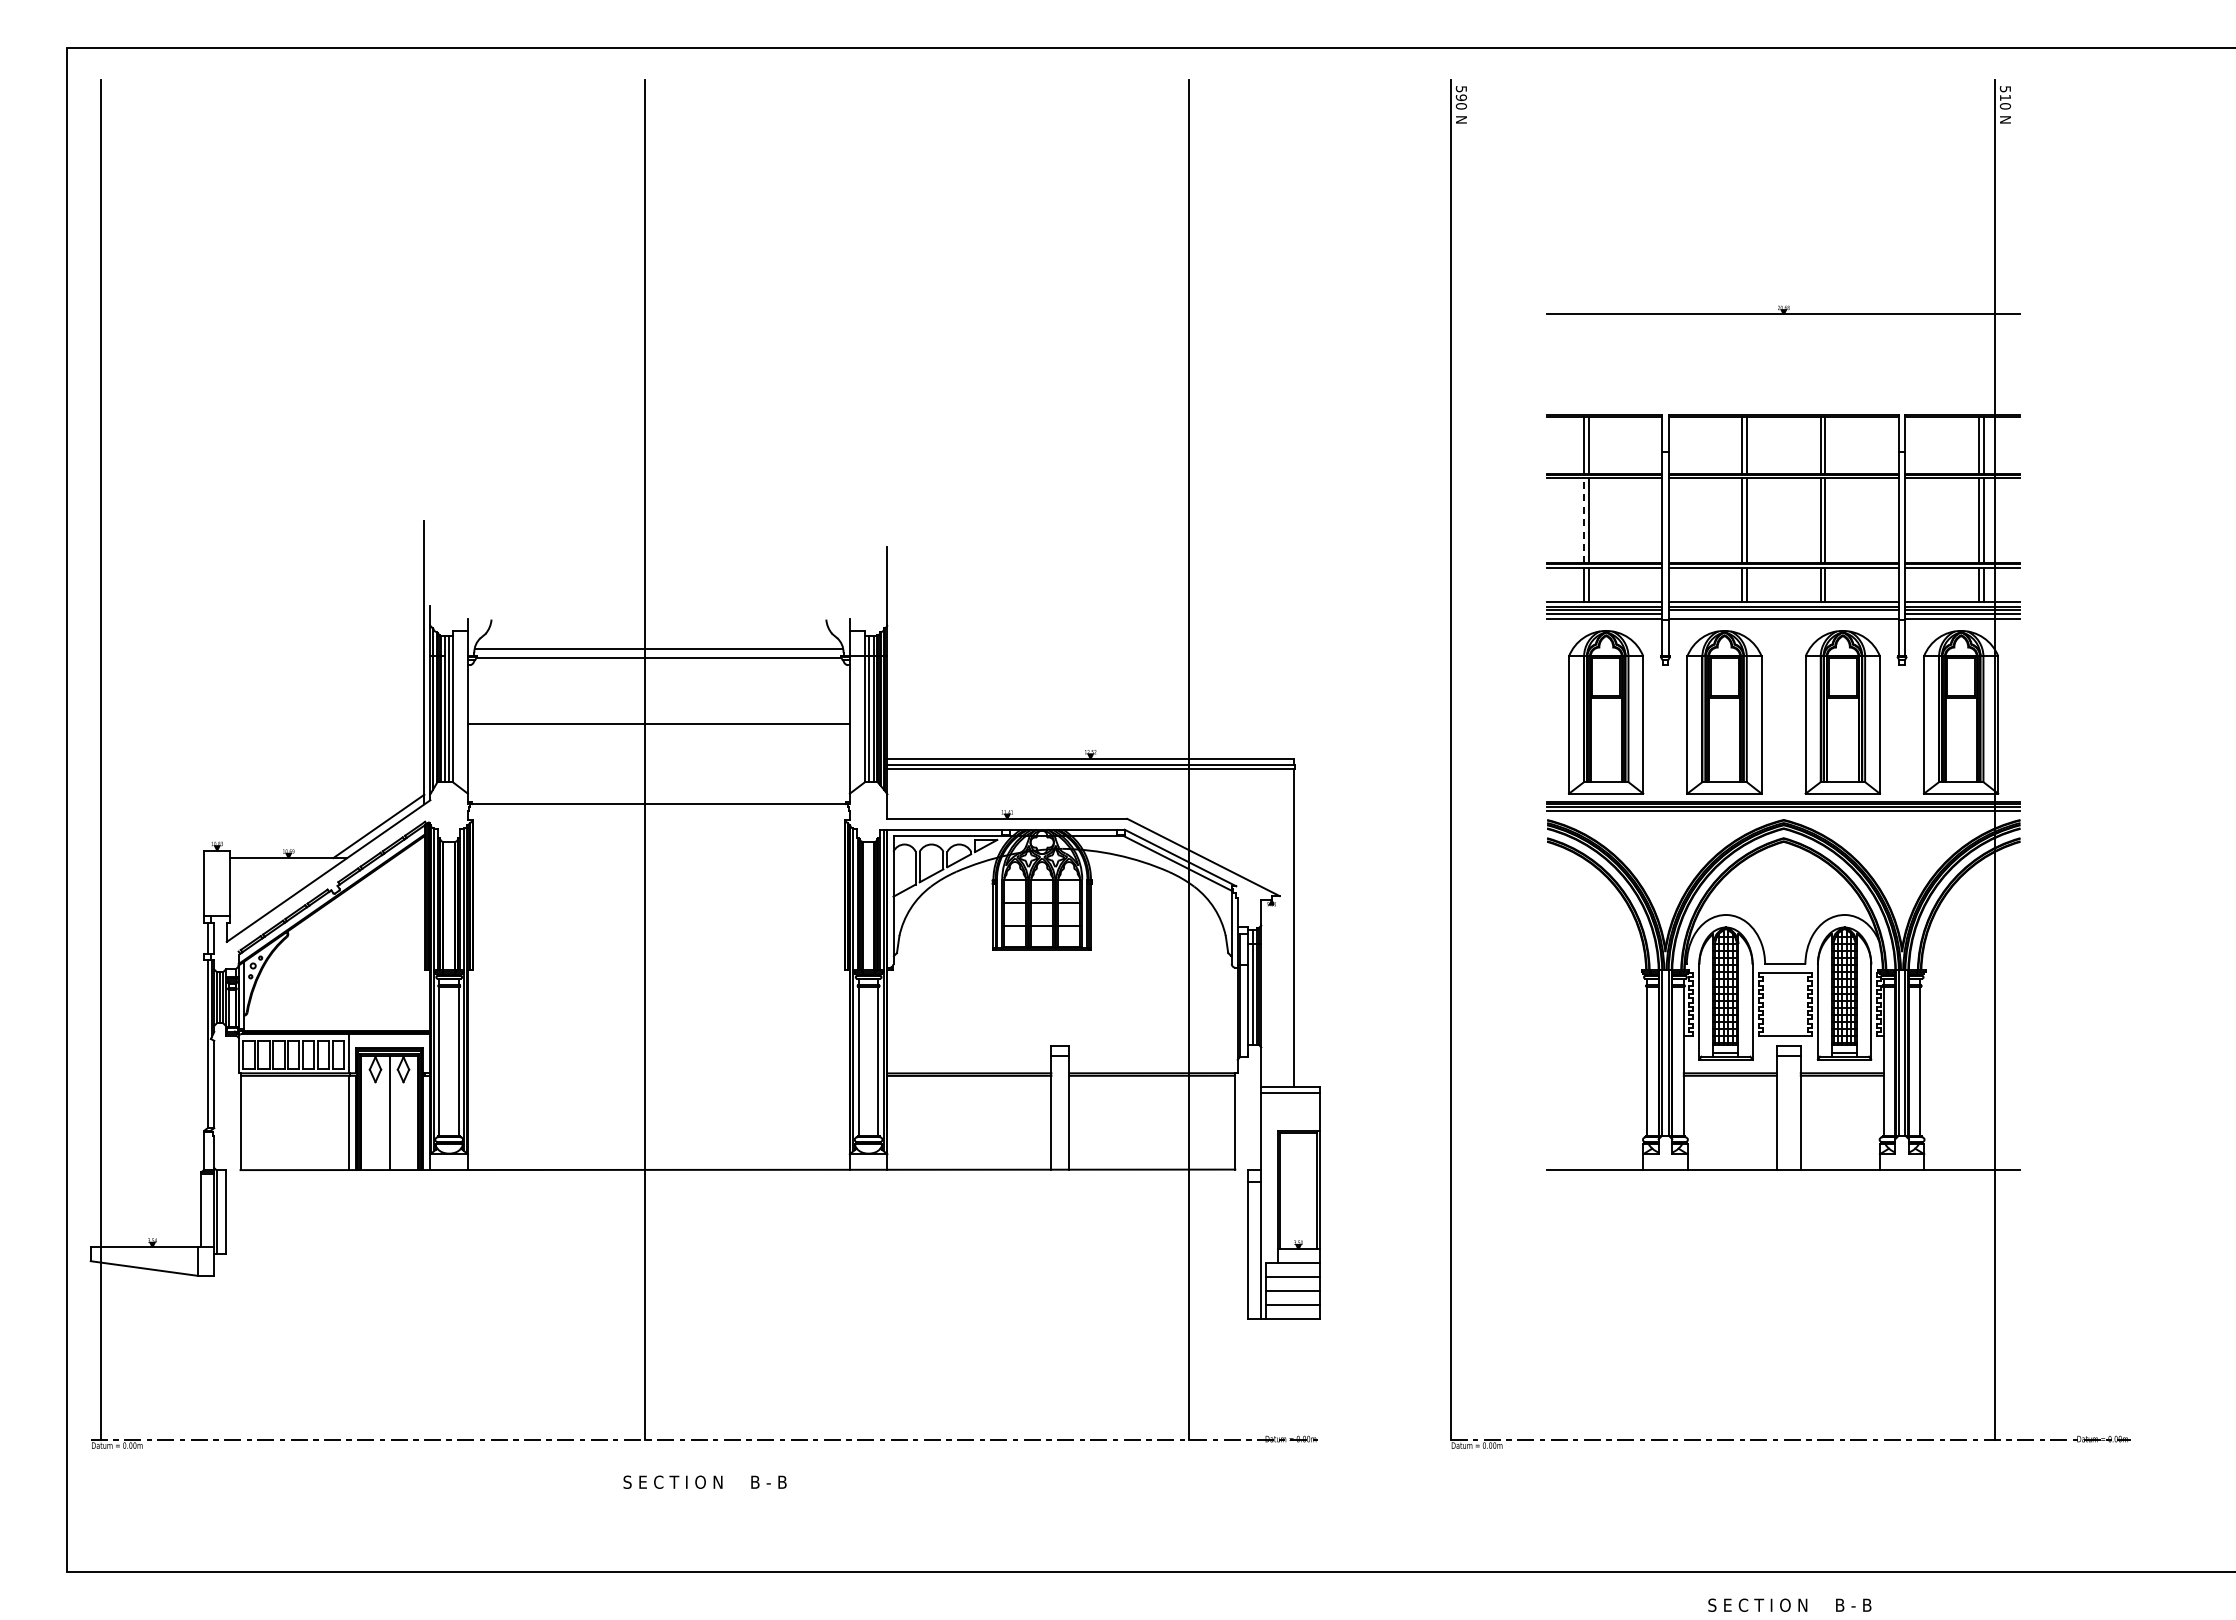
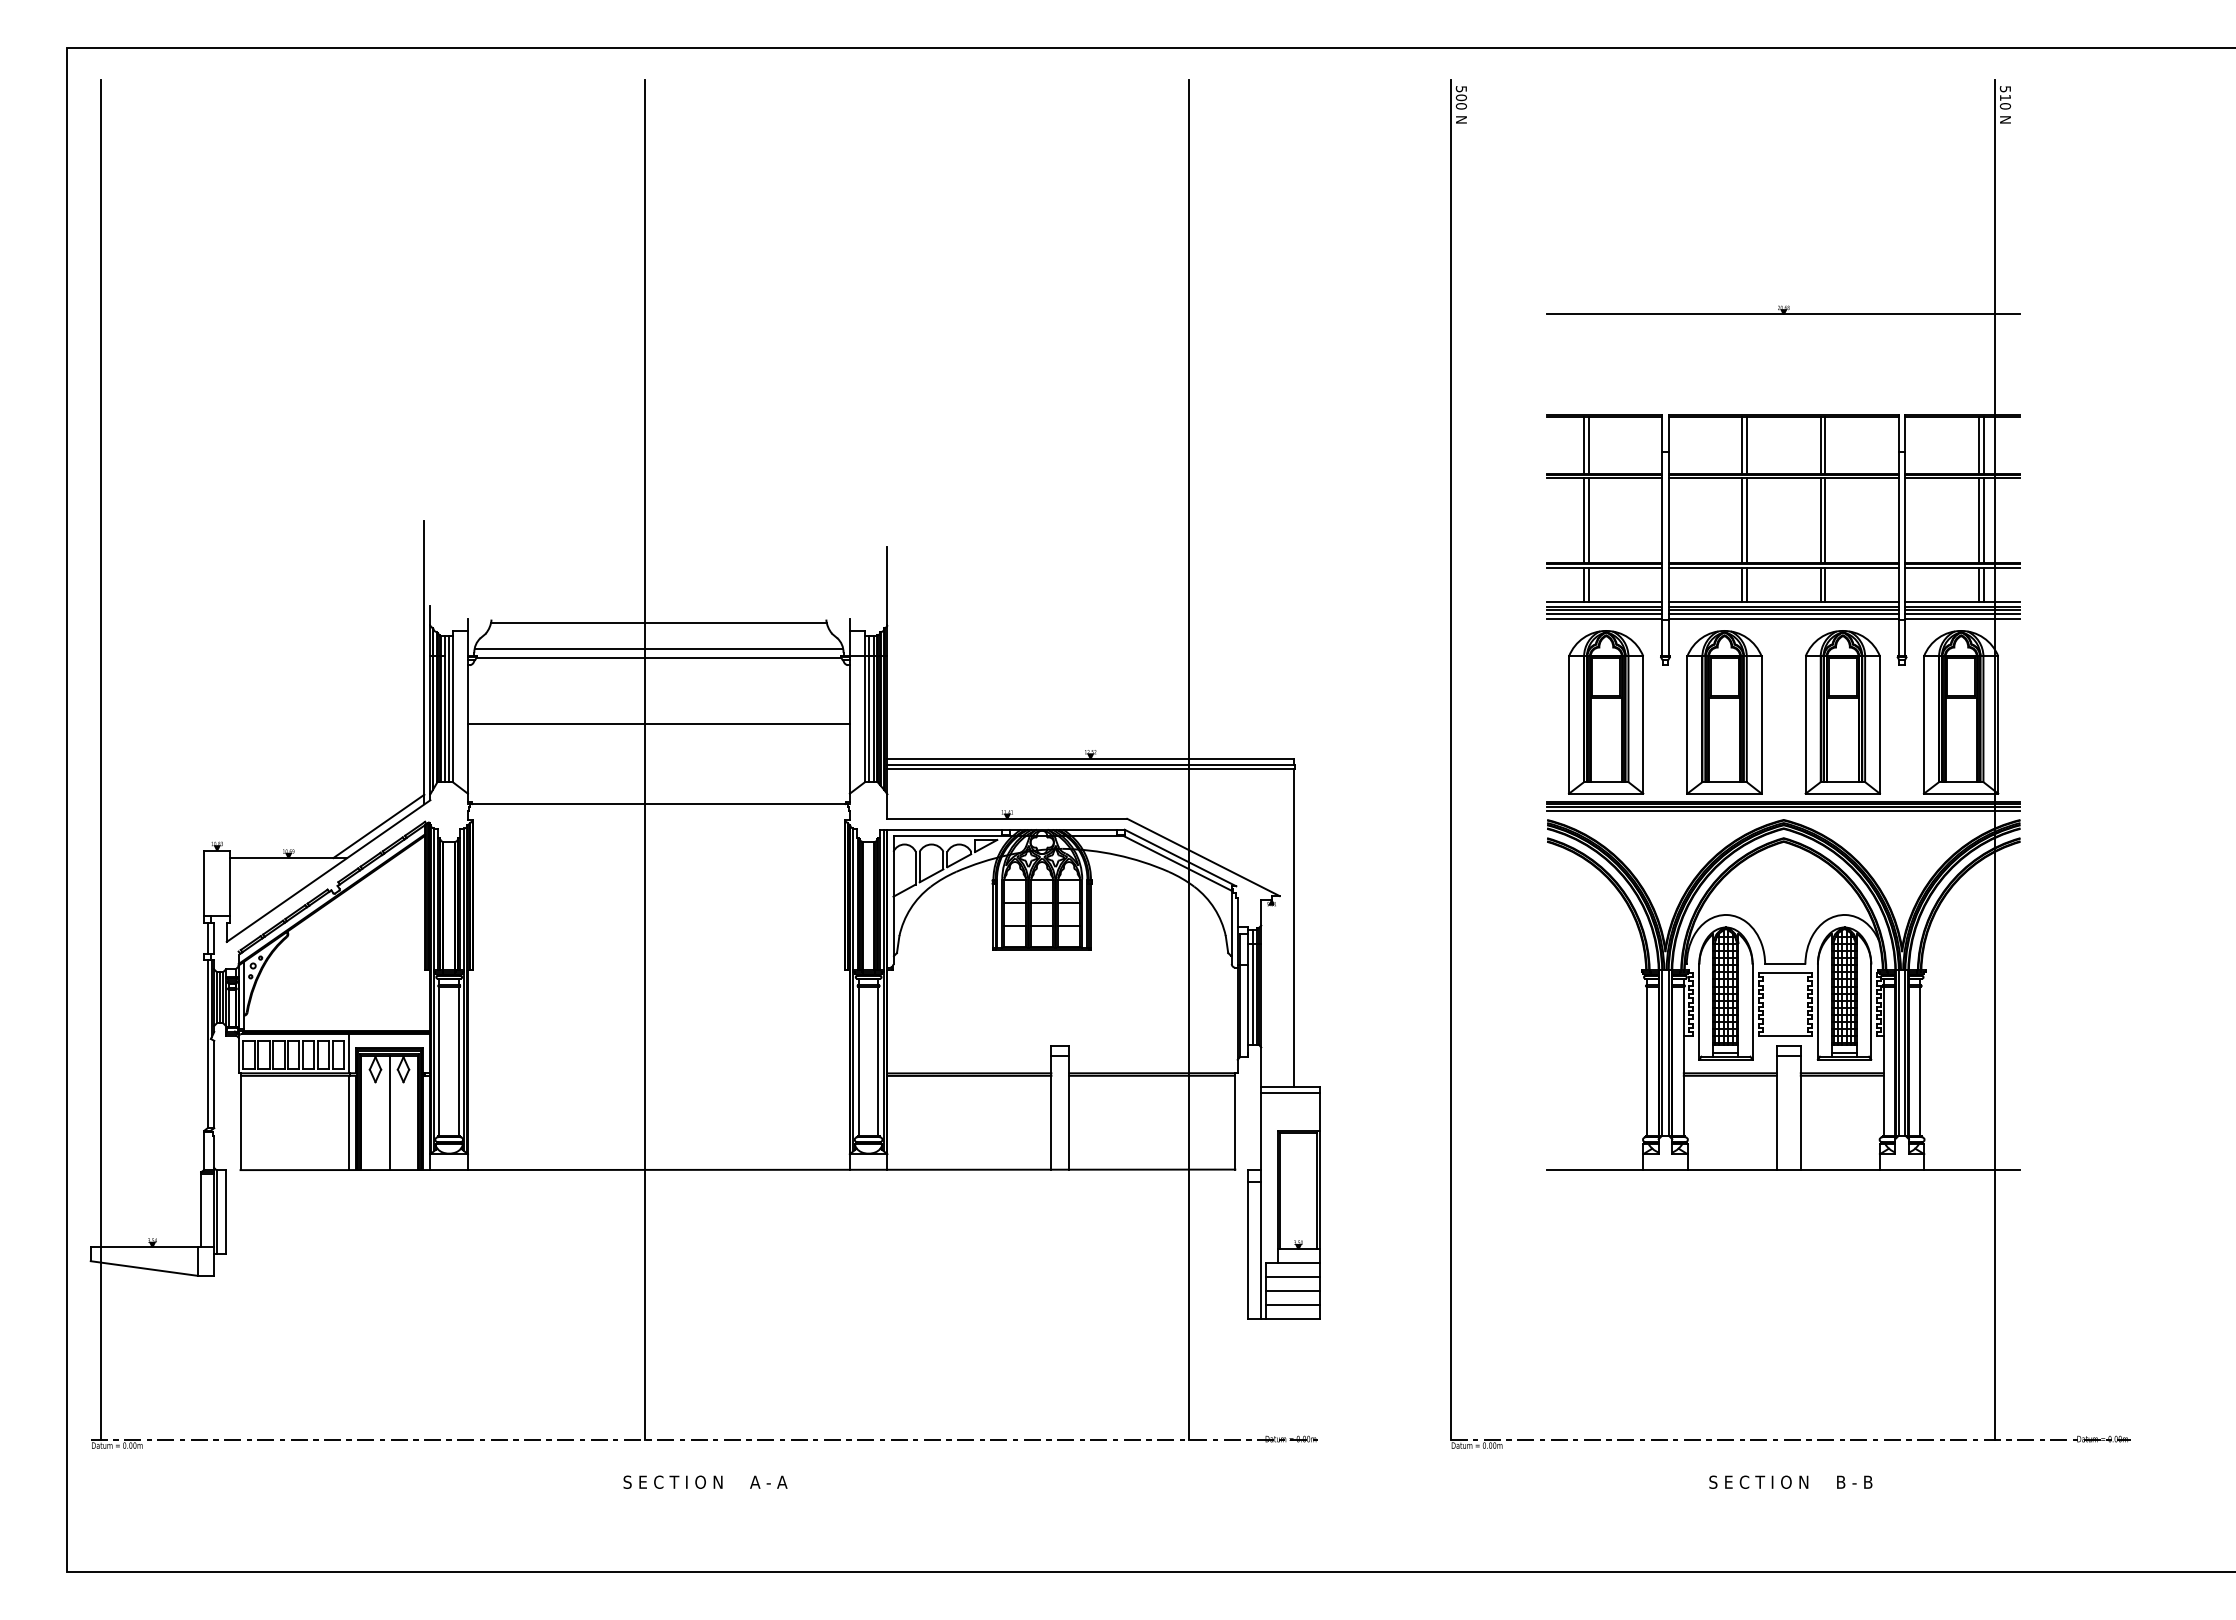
text at (1460, 97): 590 -> 500
line at (1583, 520): dashed -> solid
line at (1783, 614): none -> present
line at (658, 623): none -> present
text at (768, 1481): S E C T I O N     B - B -> S E C T I O N     A - A
text at (1789, 1604) position: (1789, 1604) -> (1790, 1481)
